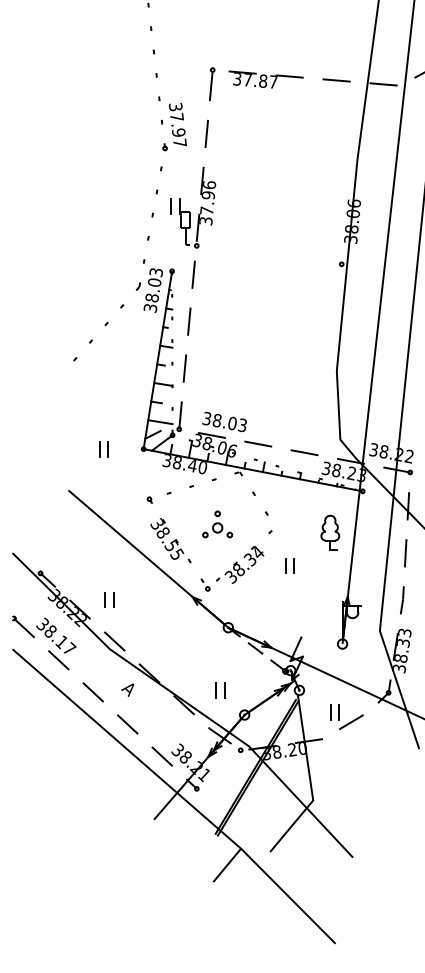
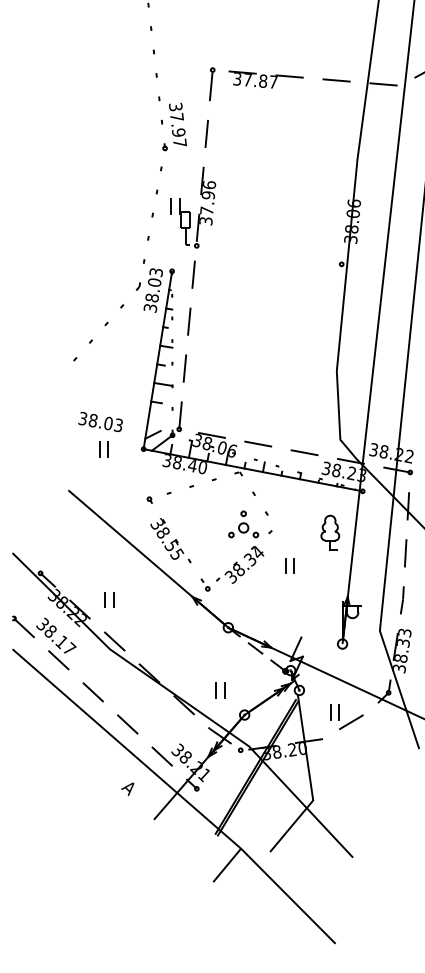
text at (224, 421) position: (224, 421) -> (100, 421)
line at (160, 422): present -> none
part at (217, 524) position: (217, 524) -> (243, 524)
text at (127, 689) position: (127, 689) -> (127, 788)
